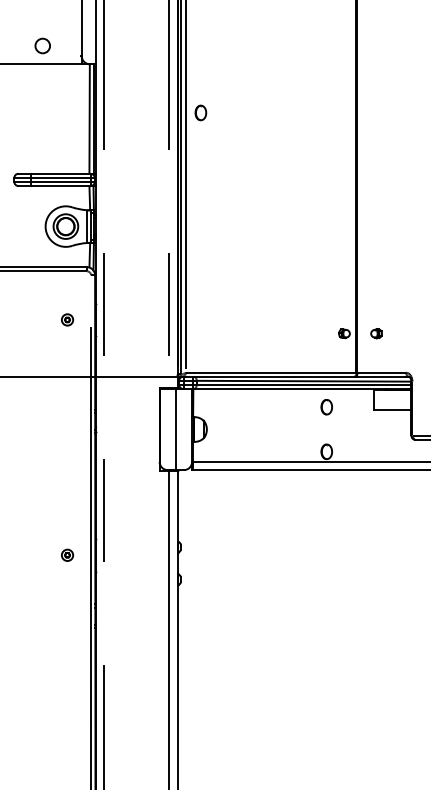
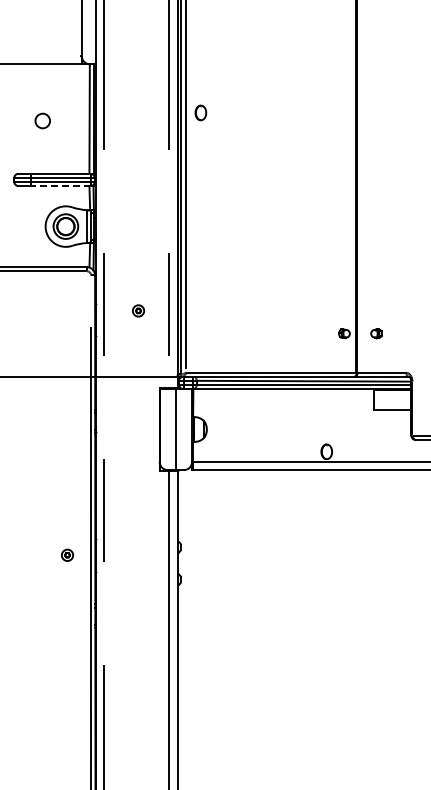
circle at (42, 45) position: (42, 45) -> (42, 120)
line at (60, 186): solid -> dashed
part at (67, 319) position: (67, 319) -> (138, 310)
part at (326, 407): present -> none
